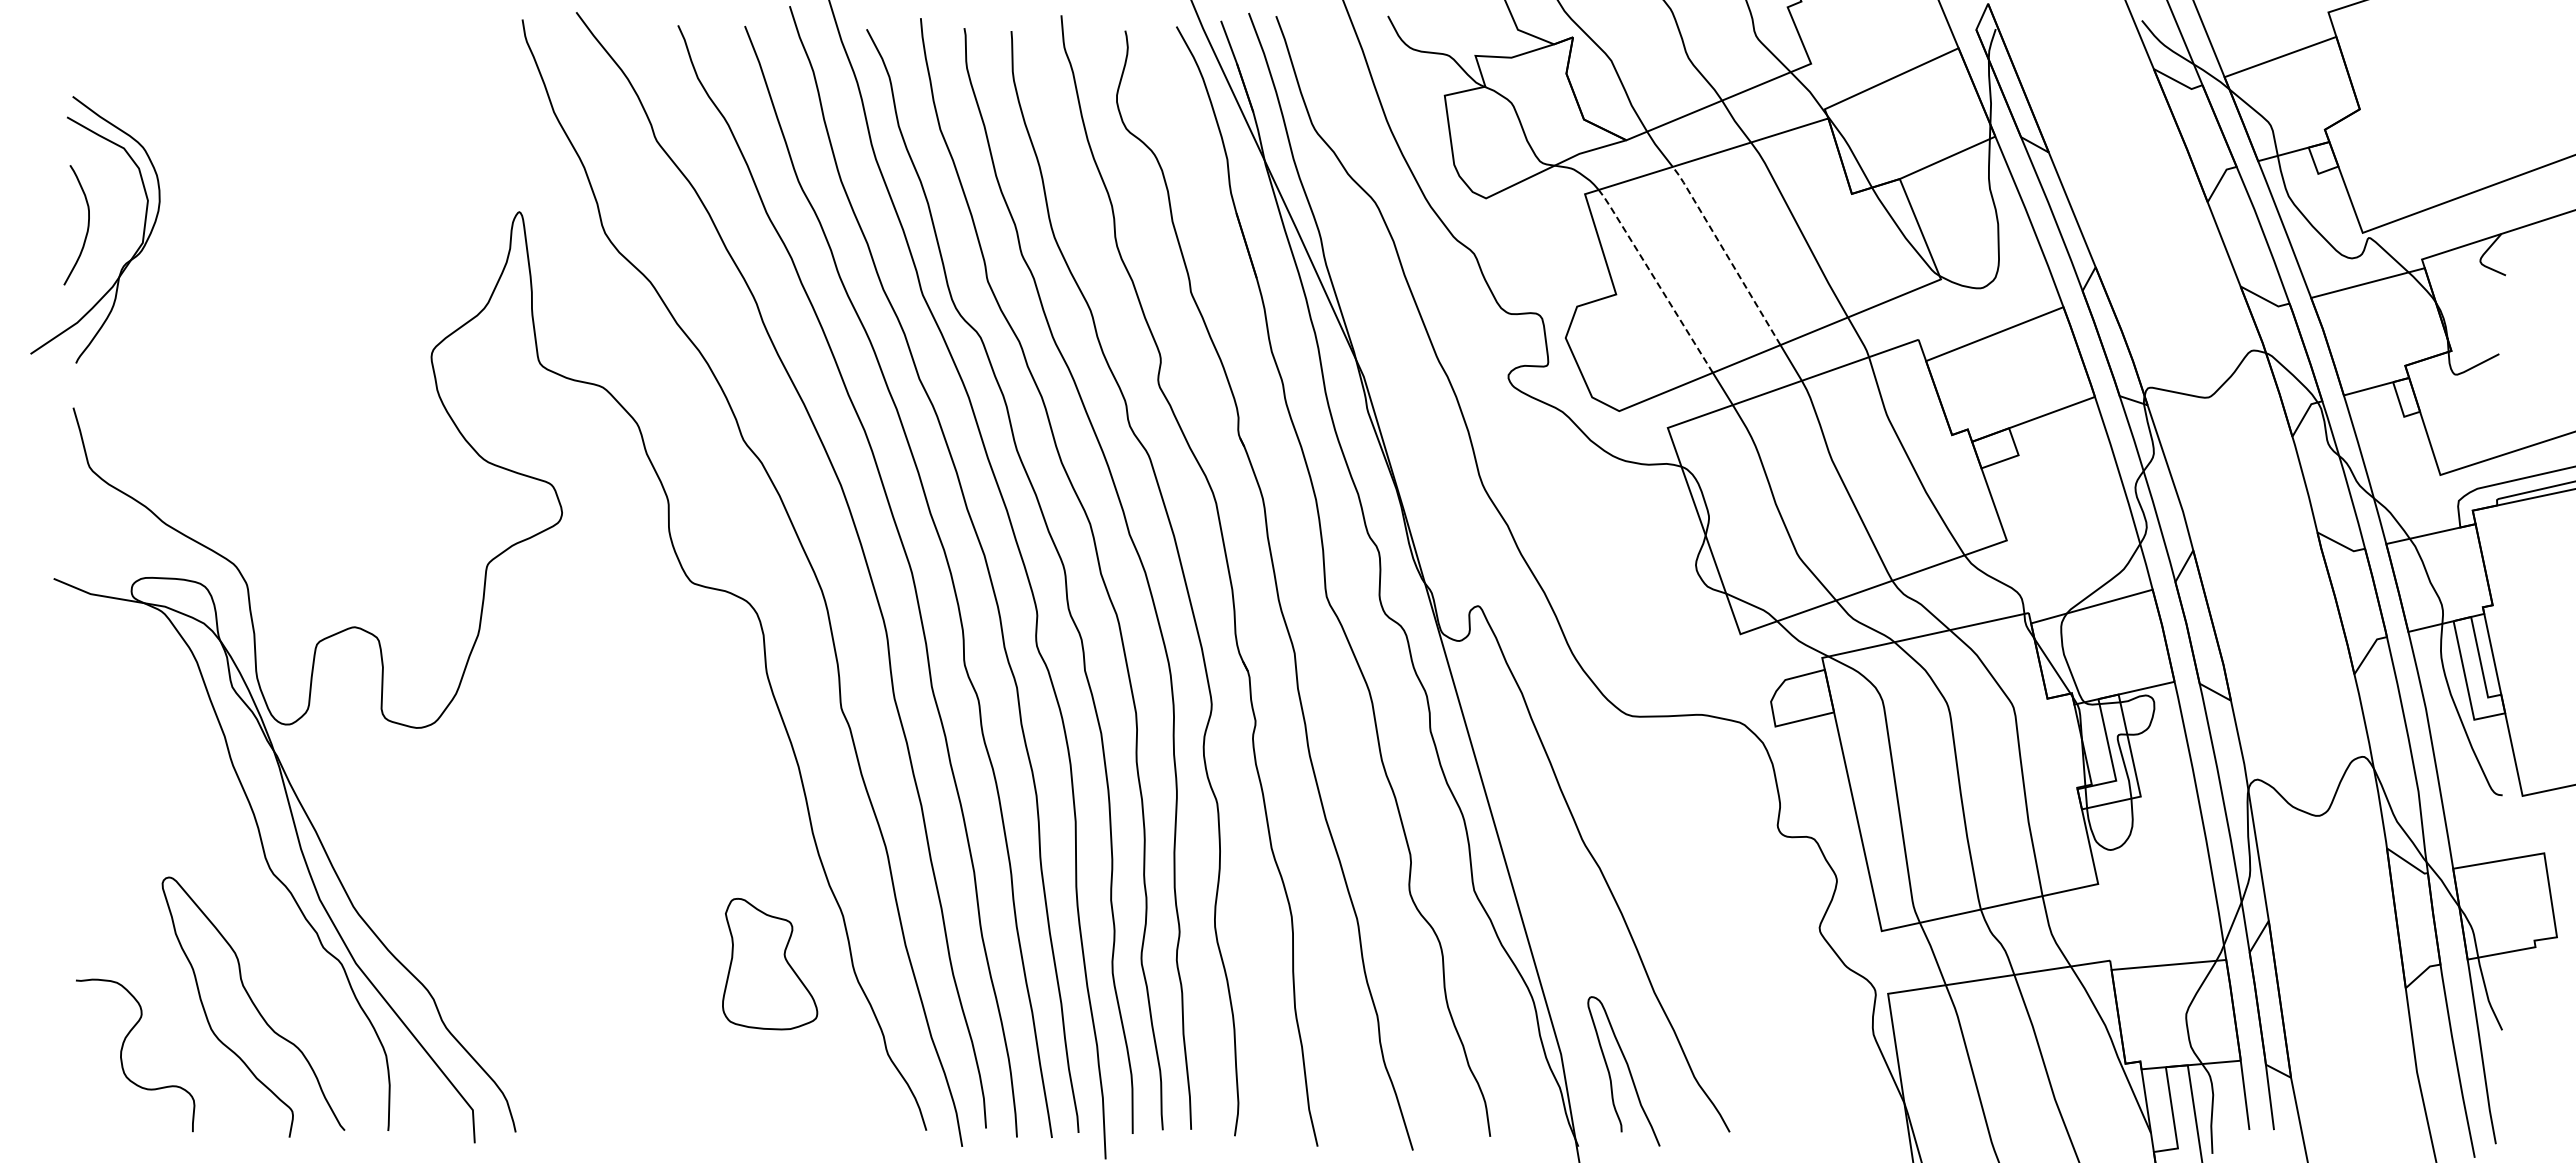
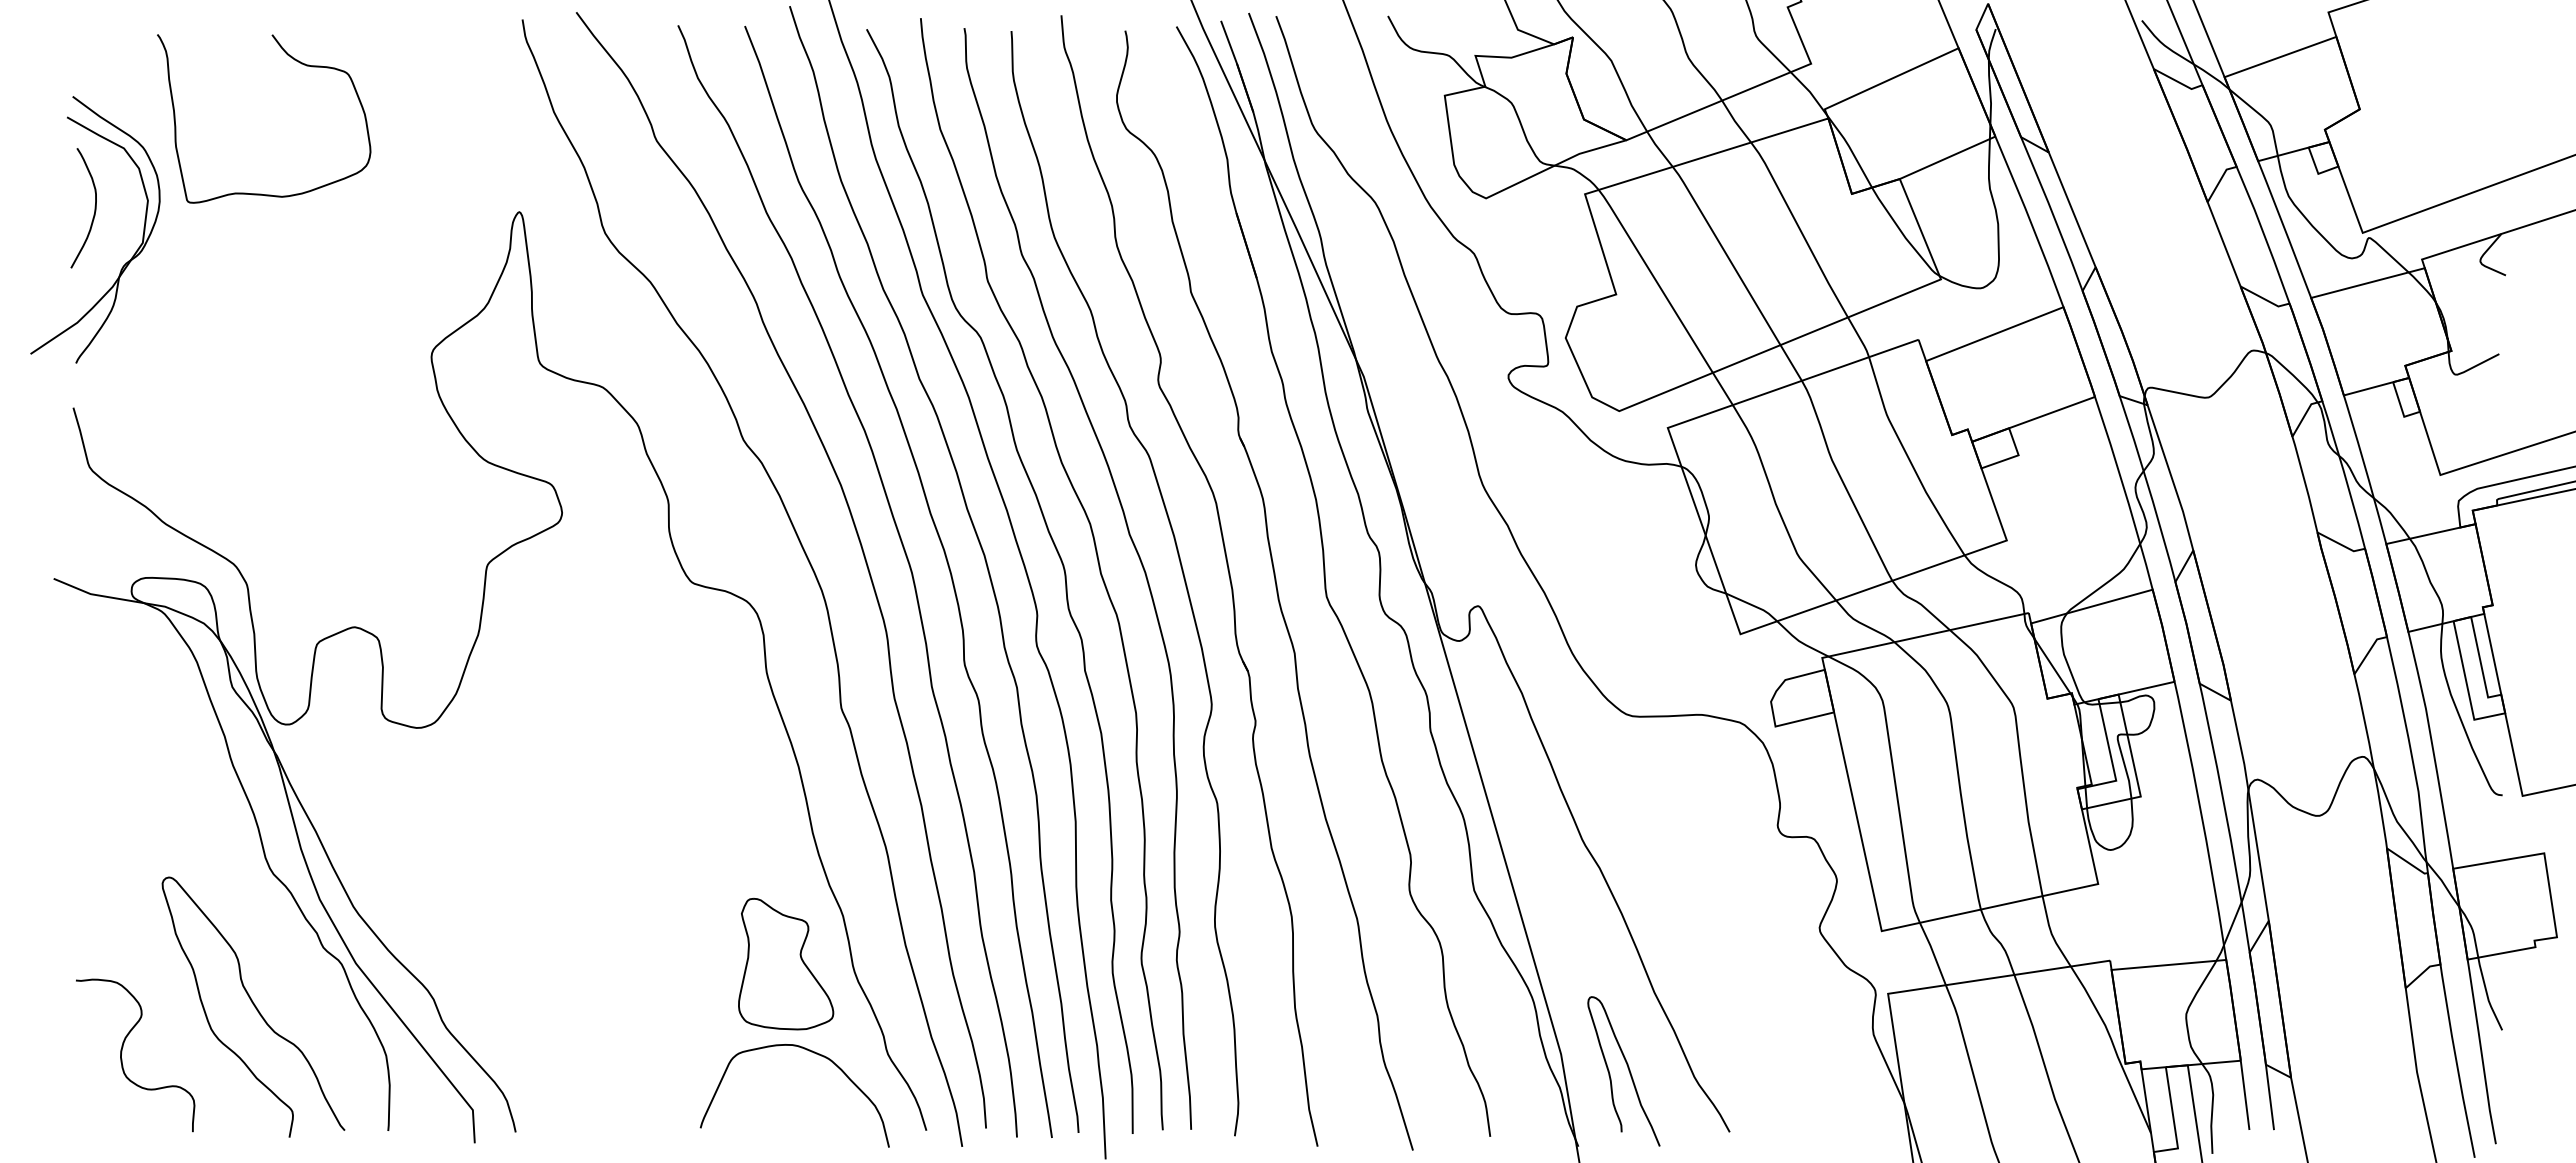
curve at (299, 63): none -> present
curve at (87, 225) position: (87, 225) -> (94, 208)
line at (1726, 254): dashed -> solid
line at (1655, 279): dashed -> solid
part at (770, 963) position: (770, 963) -> (786, 963)
curve at (813, 1053): none -> present
